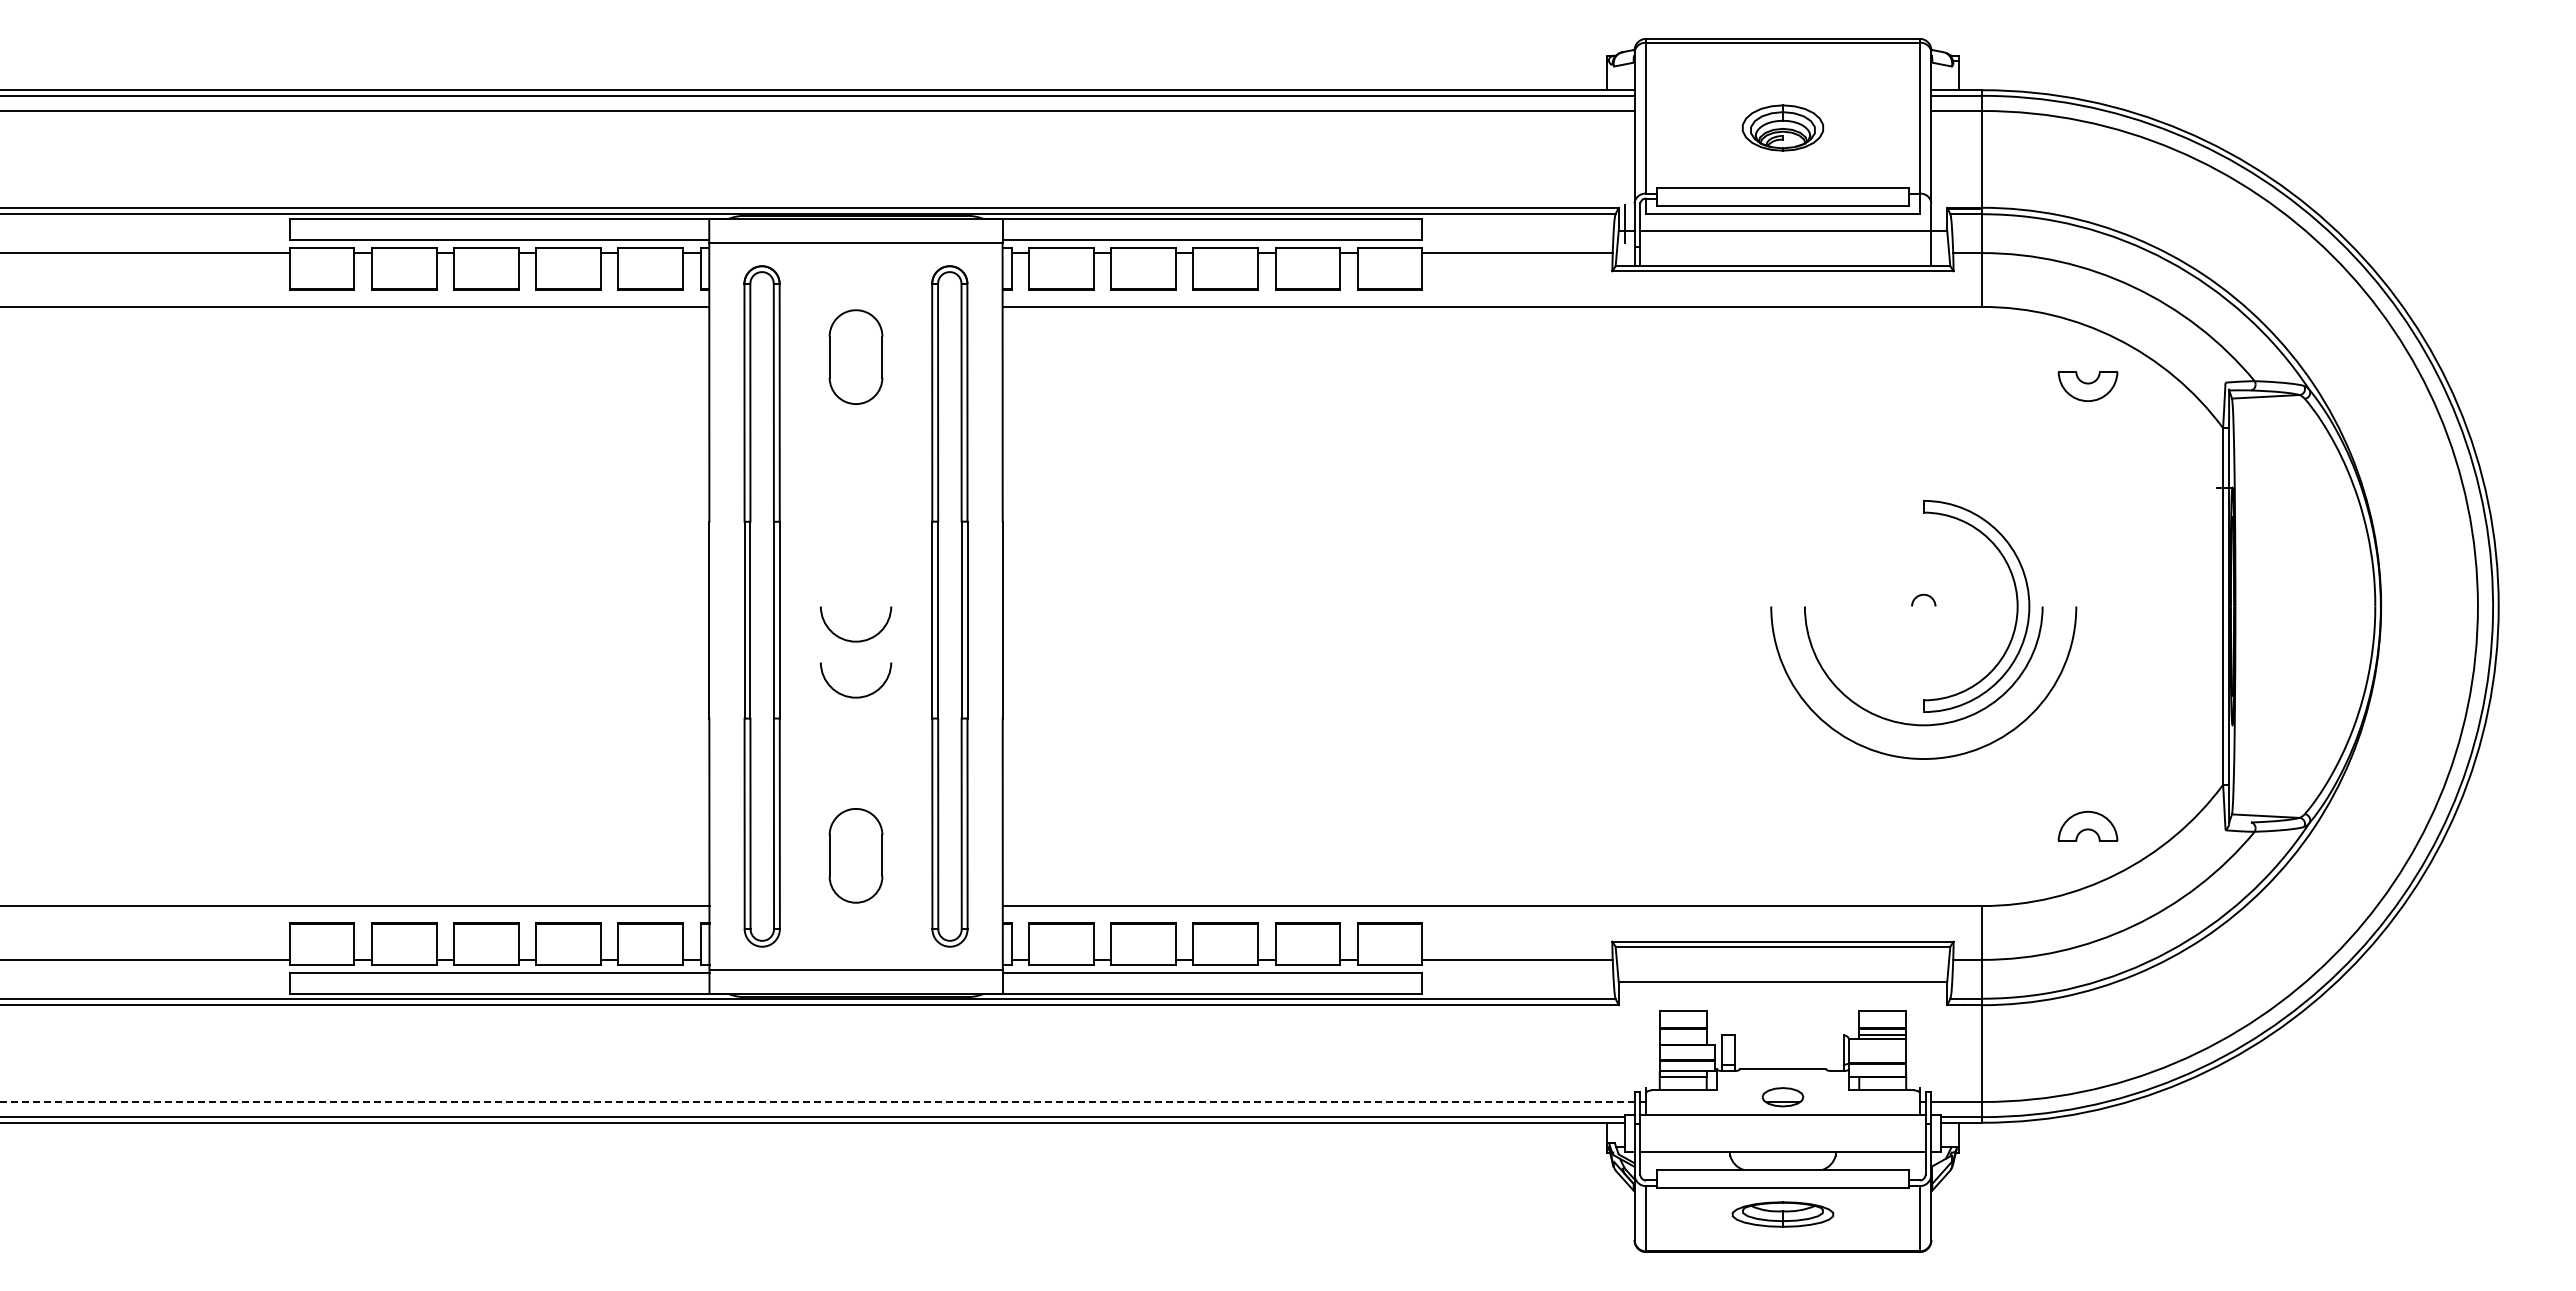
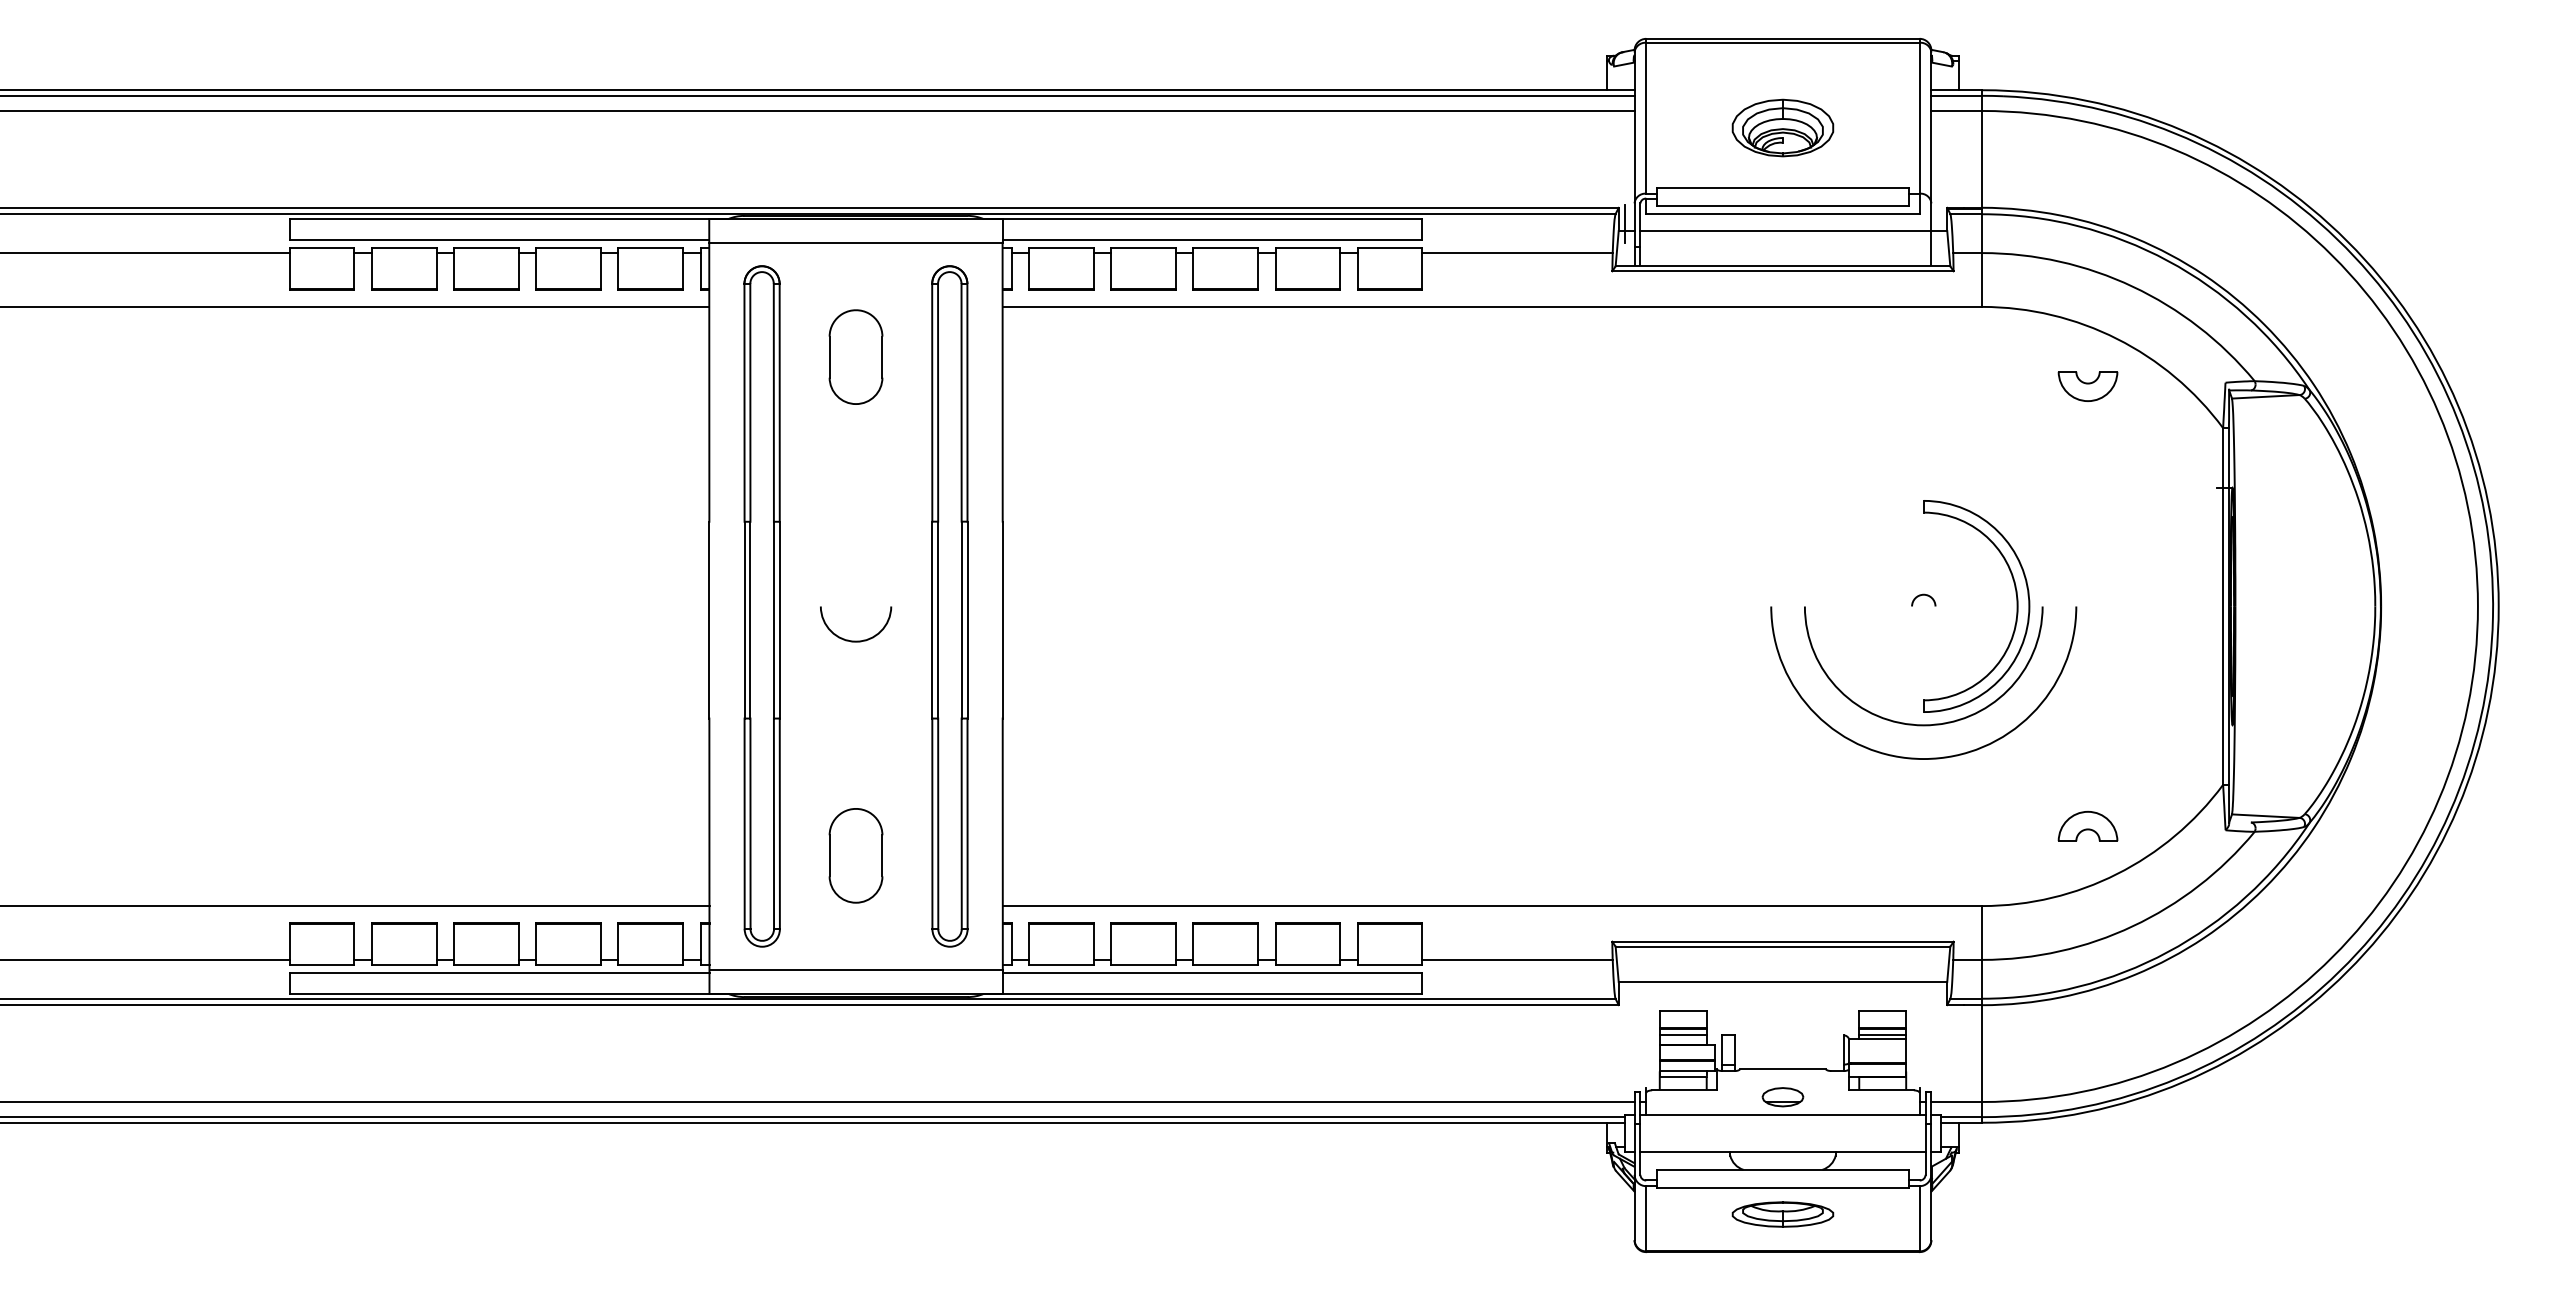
part at (1782, 127) size: 84x48 px -> 104x60 px
arc at (856, 696): present -> none
line at (1682, 1034): none -> present
line at (817, 1101): dashed -> solid
